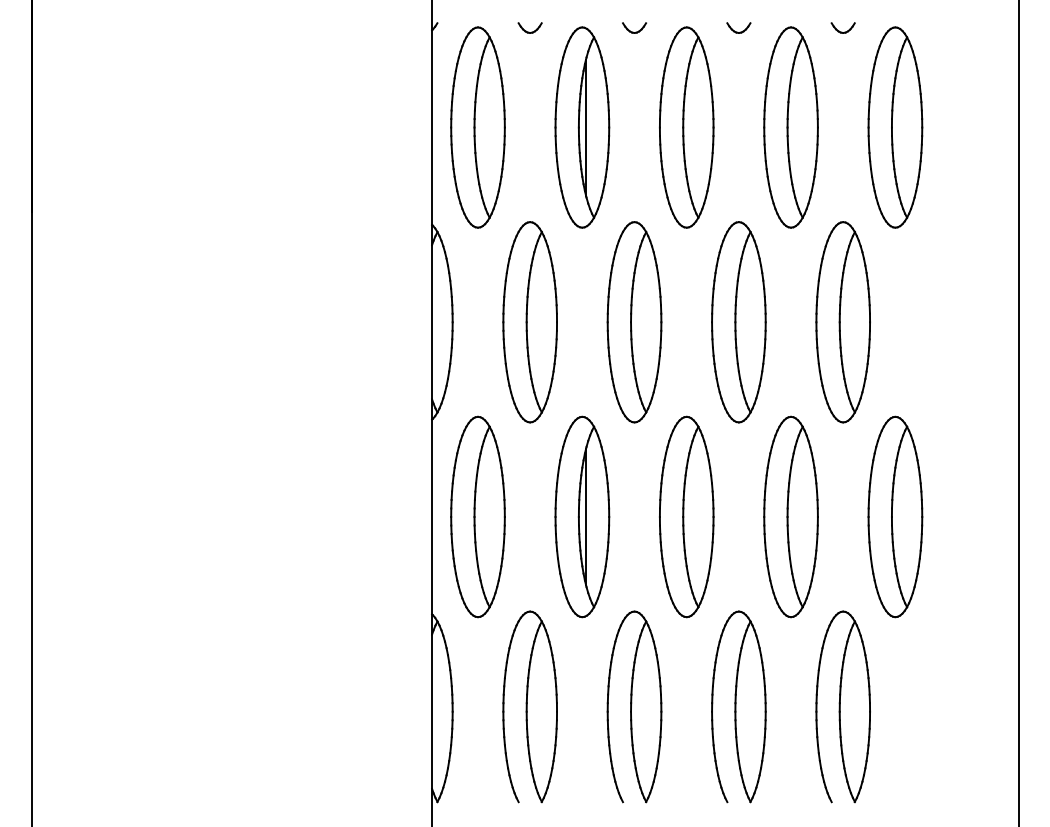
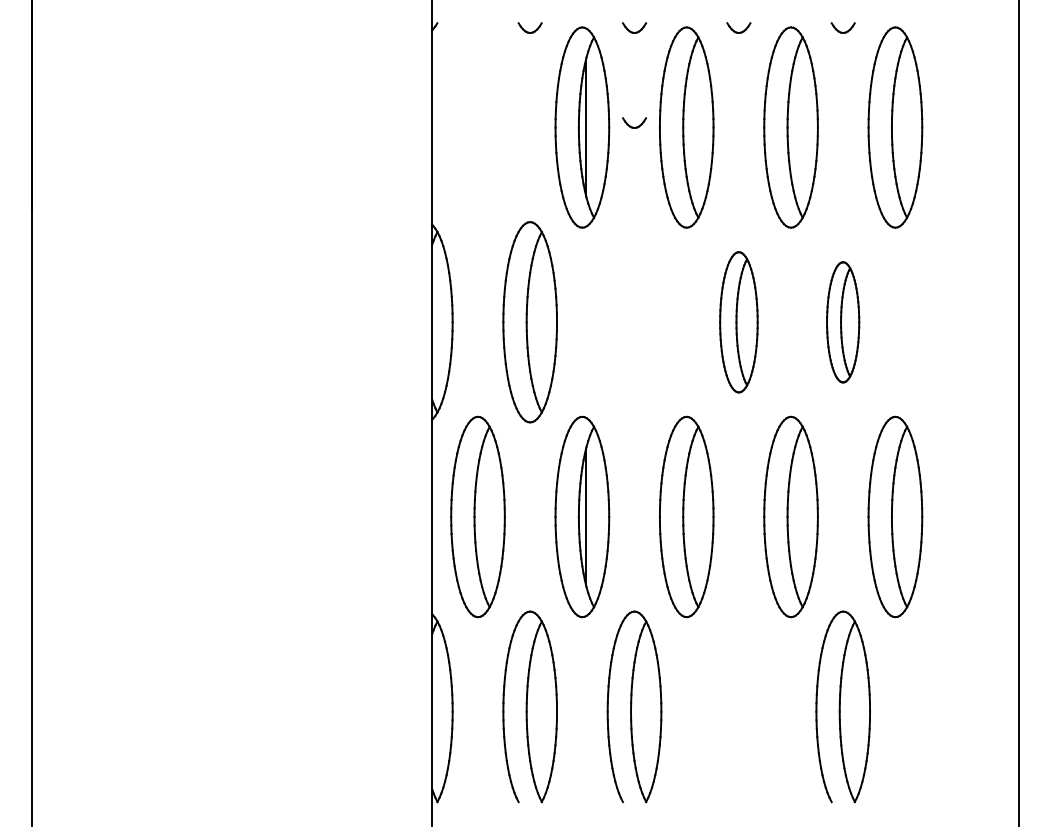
part at (634, 122): none -> present
part at (477, 127): present -> none
part at (634, 322): present -> none
part at (738, 322) size: 56x203 px -> 40x143 px
part at (842, 322) size: 56x203 px -> 35x123 px
part at (738, 706): present -> none
